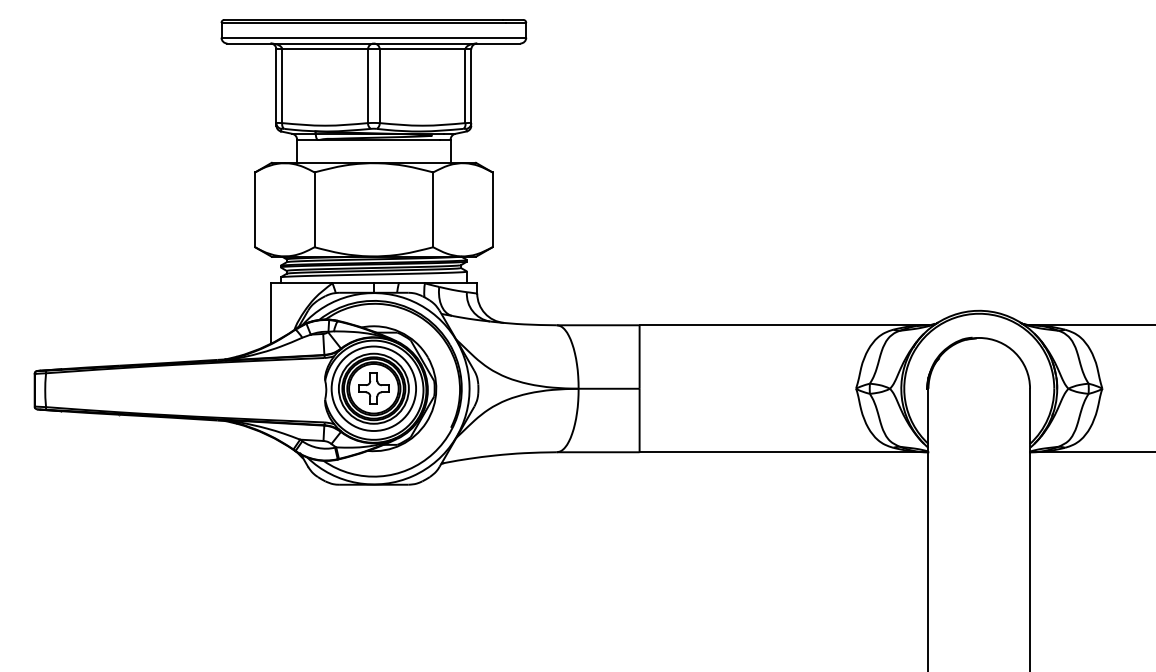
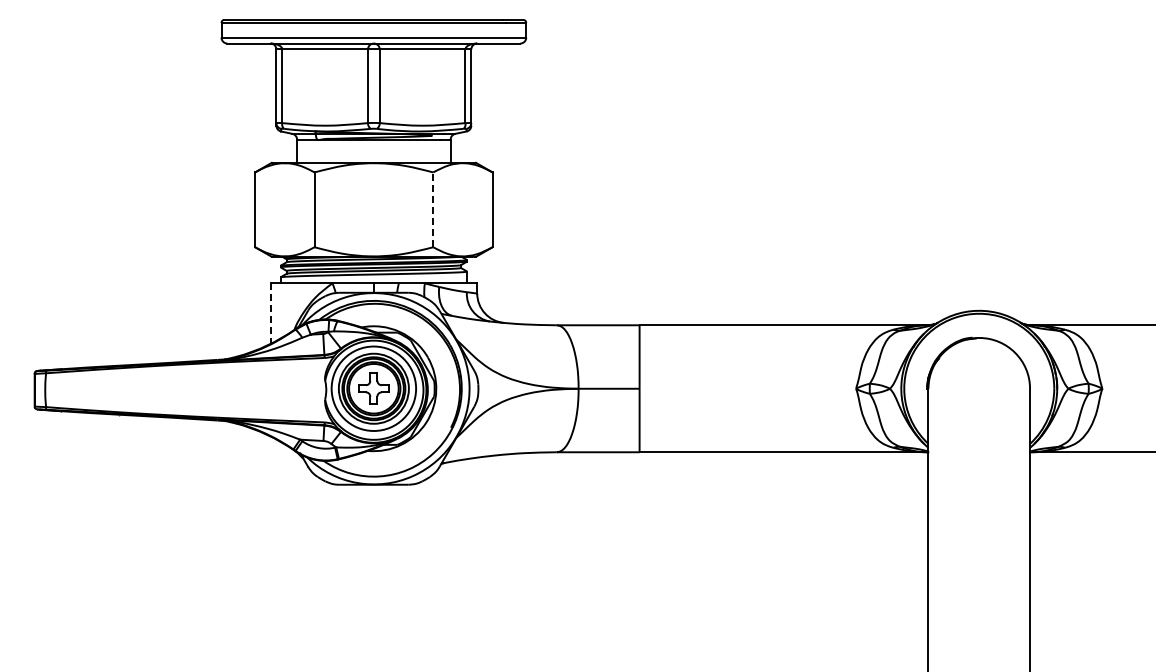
line at (433, 209): solid -> dashed
line at (270, 314): solid -> dashed
